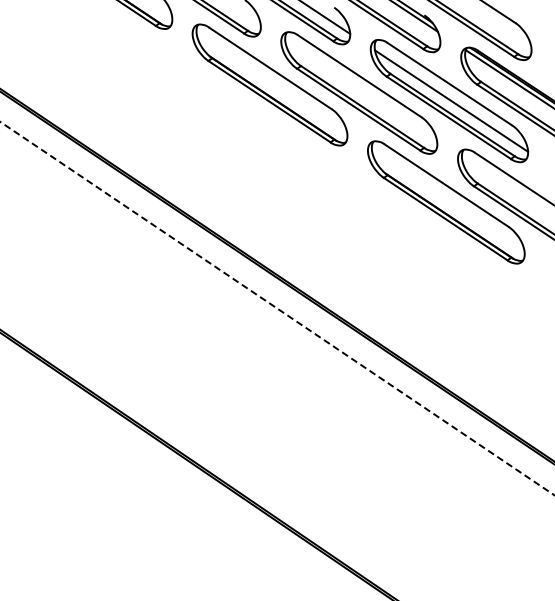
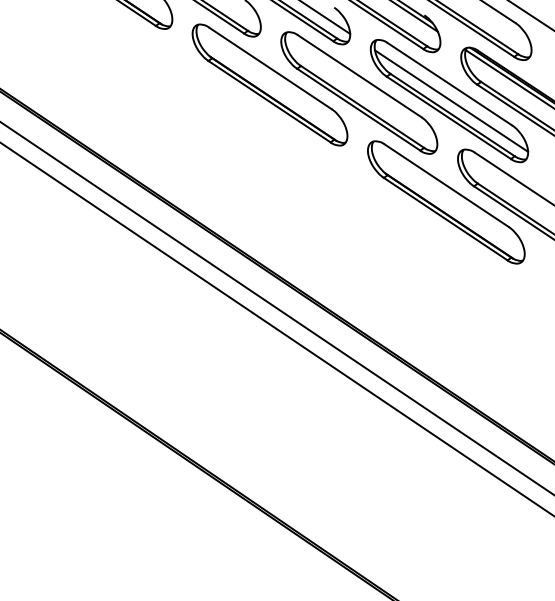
line at (530, 15): none -> present
line at (278, 309): dashed -> solid
line at (276, 328): none -> present
